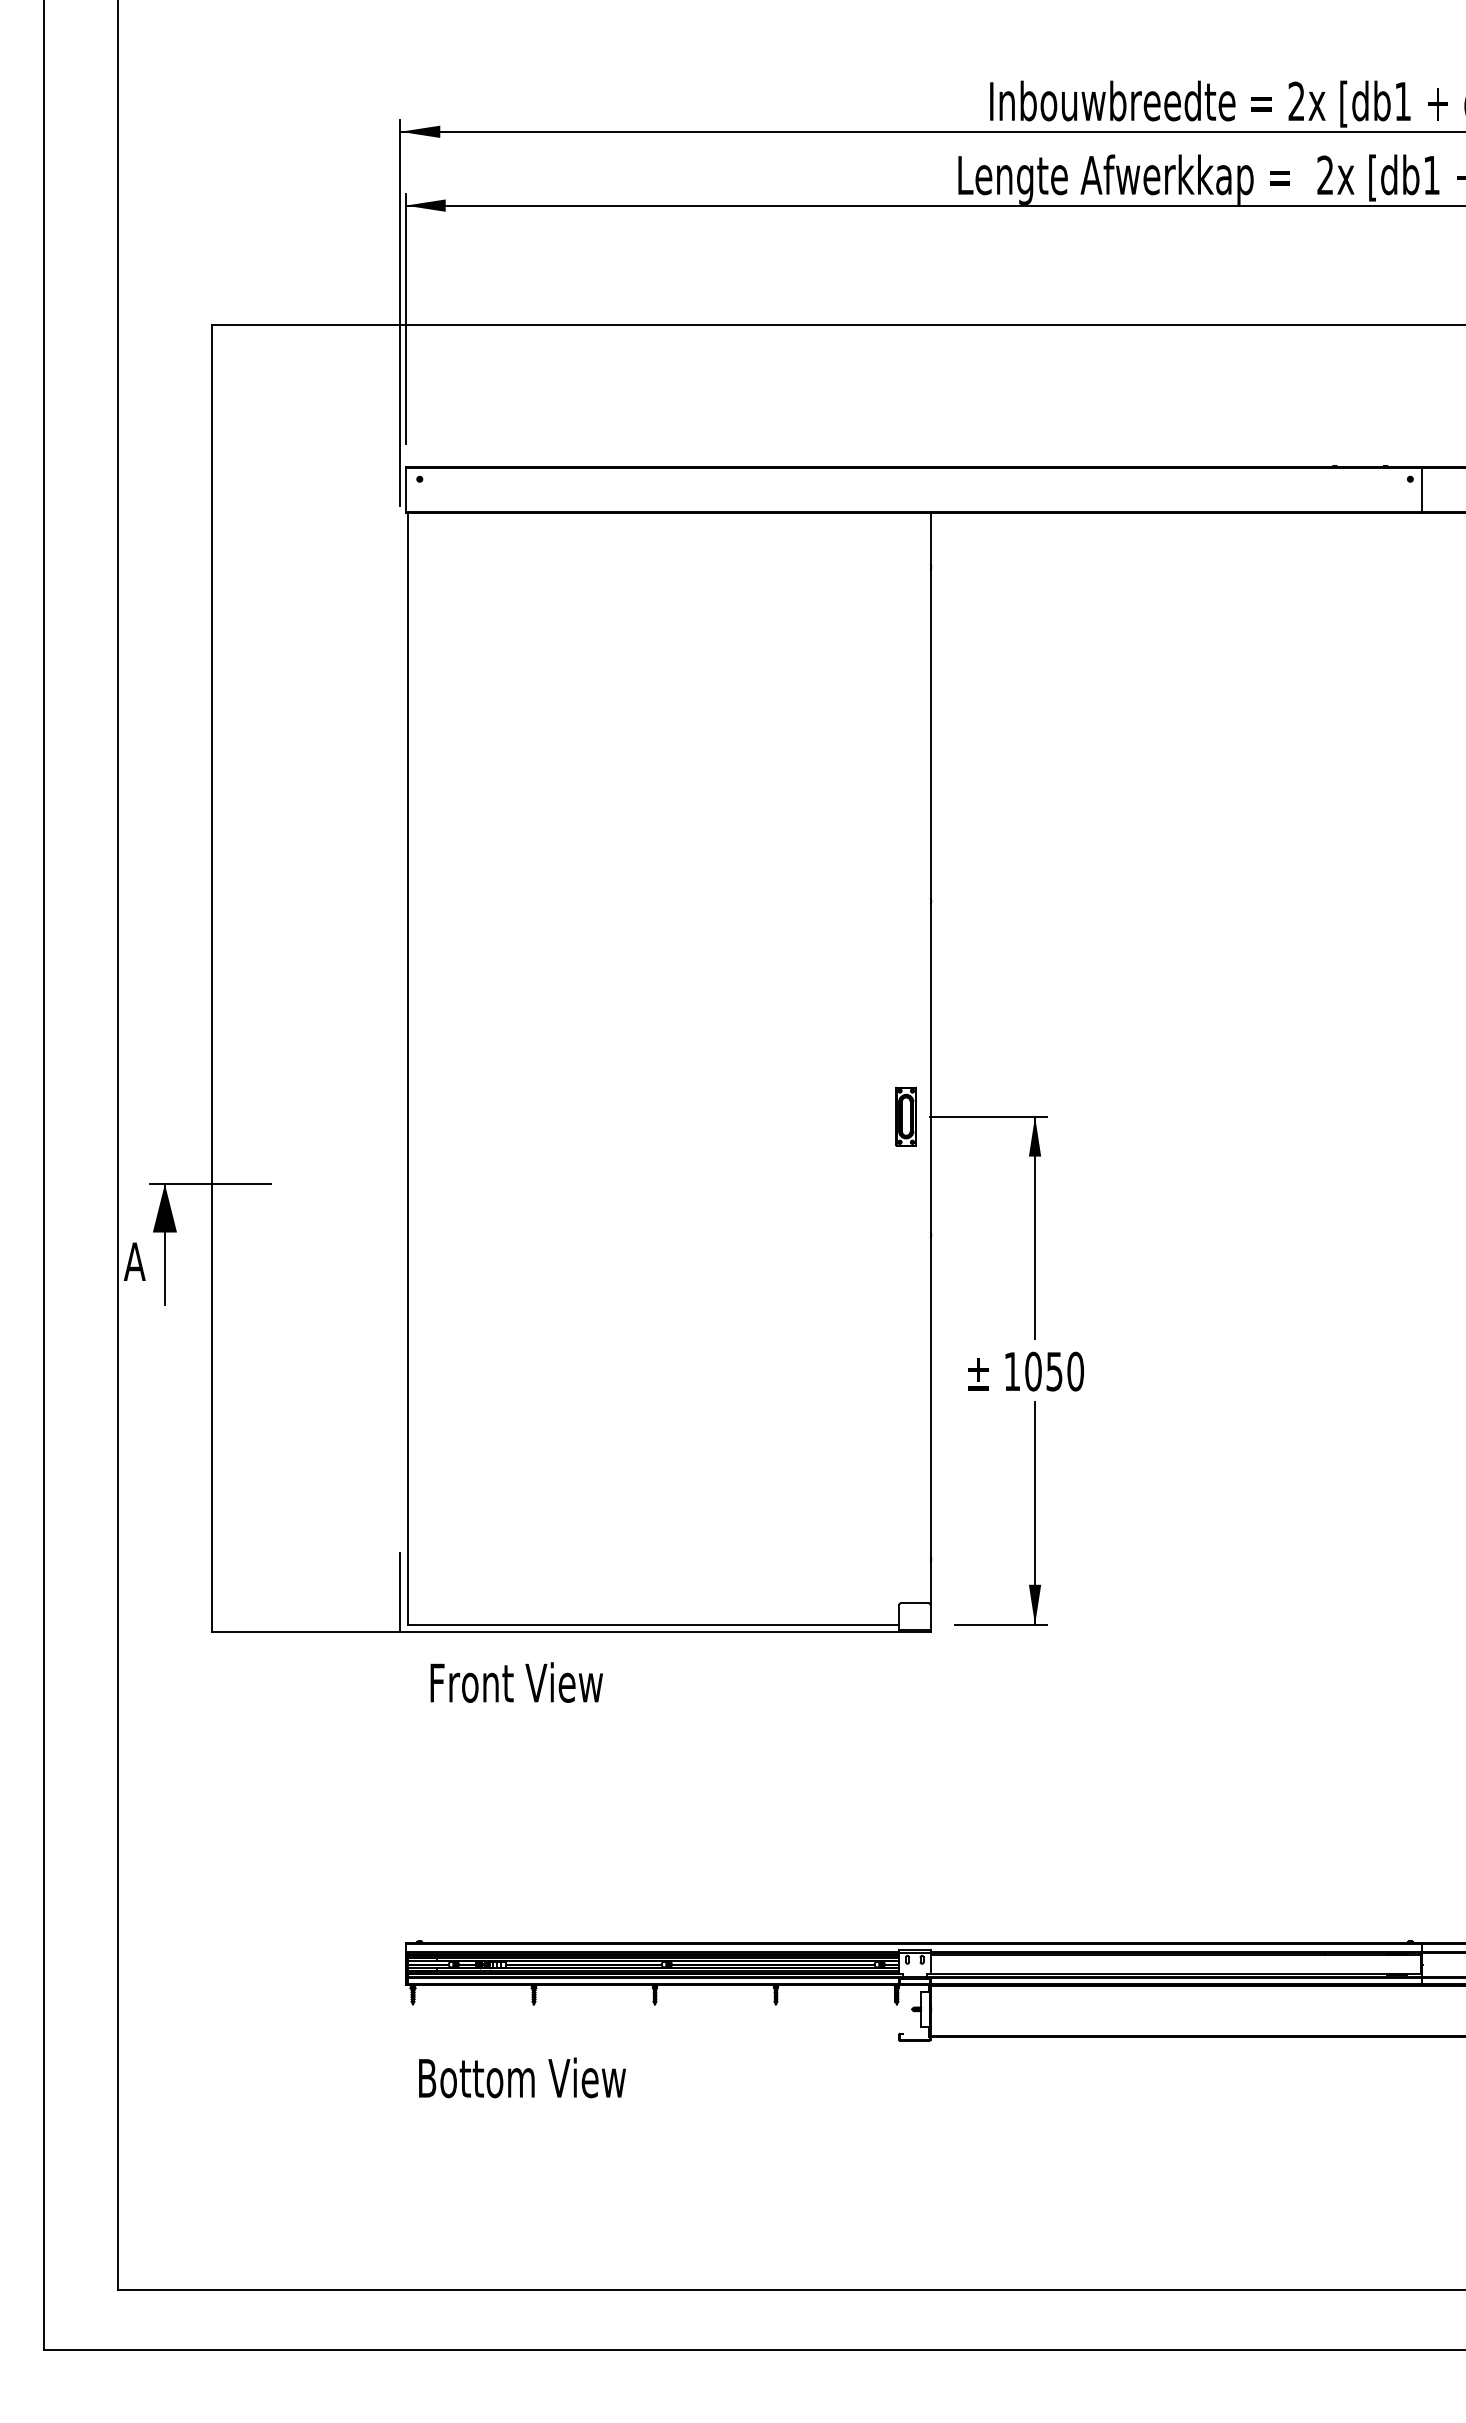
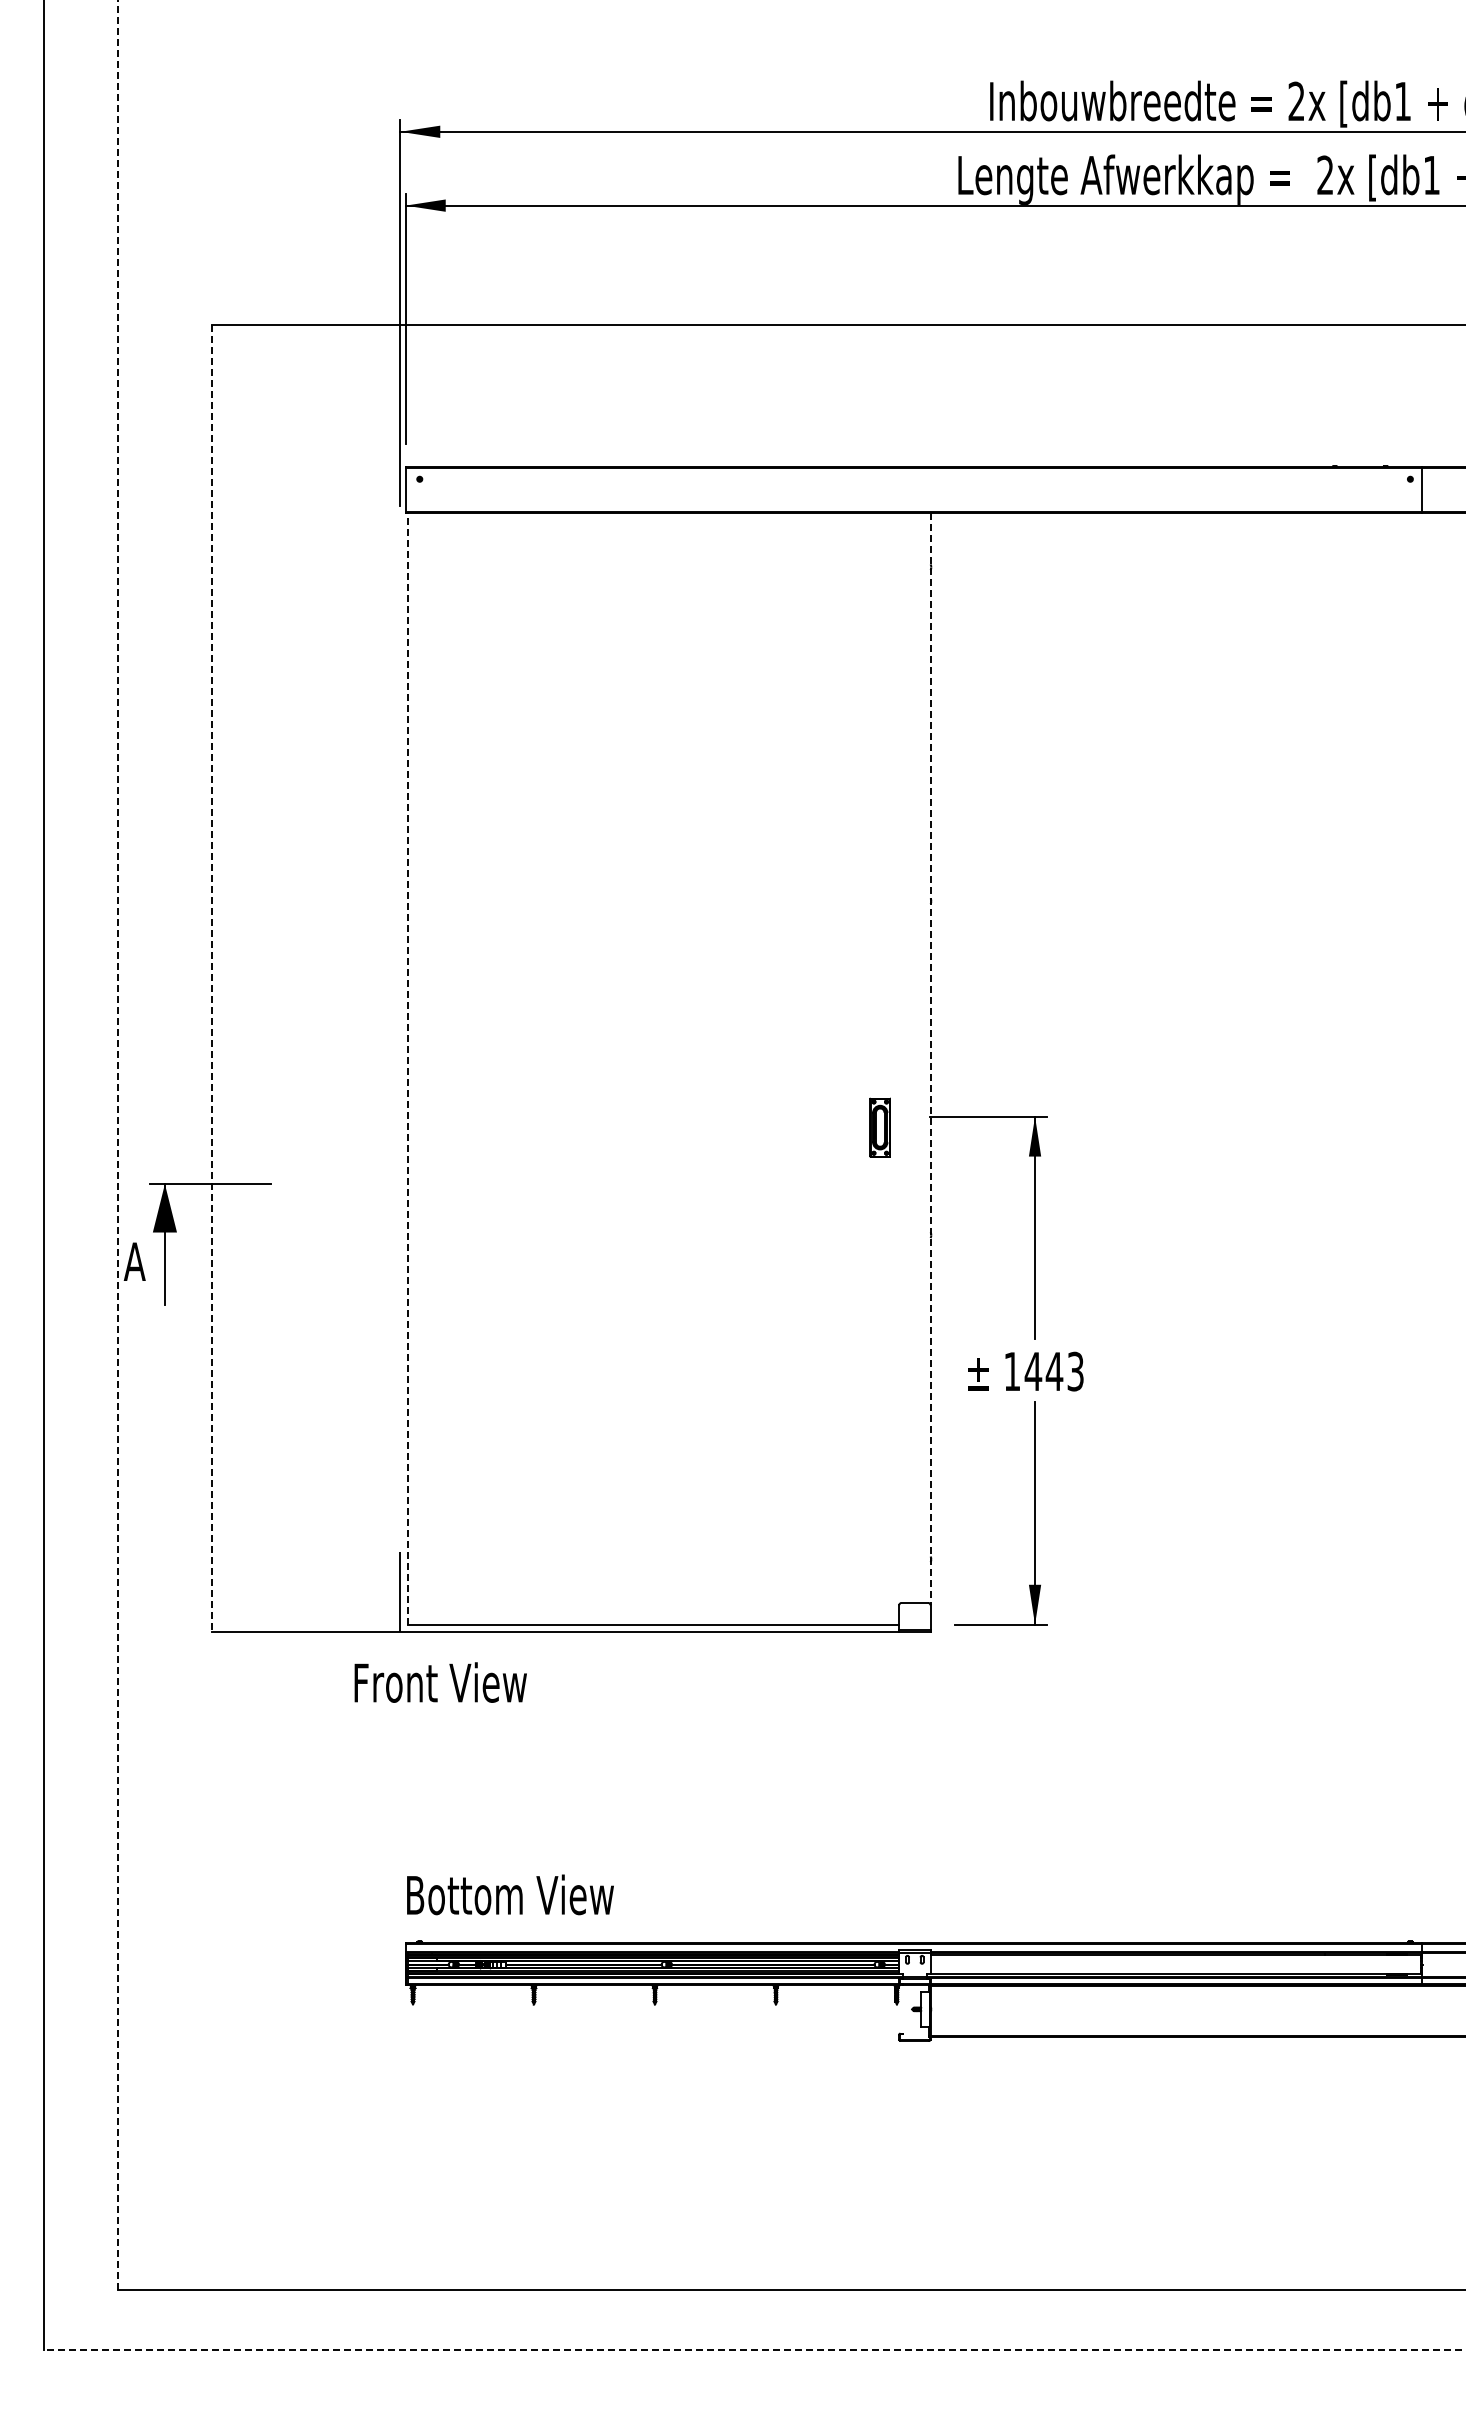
line at (212, 979): solid -> dashed
line at (930, 1059): solid -> dashed
line at (407, 1068): solid -> dashed
part at (905, 1116) position: (905, 1116) -> (879, 1127)
line at (117, 1145): solid -> dashed
text at (1054, 1371): 1050 -> 1443
text at (516, 1682) position: (516, 1682) -> (440, 1682)
text at (522, 2077) position: (522, 2077) -> (510, 1894)
line at (754, 2350): solid -> dashed
